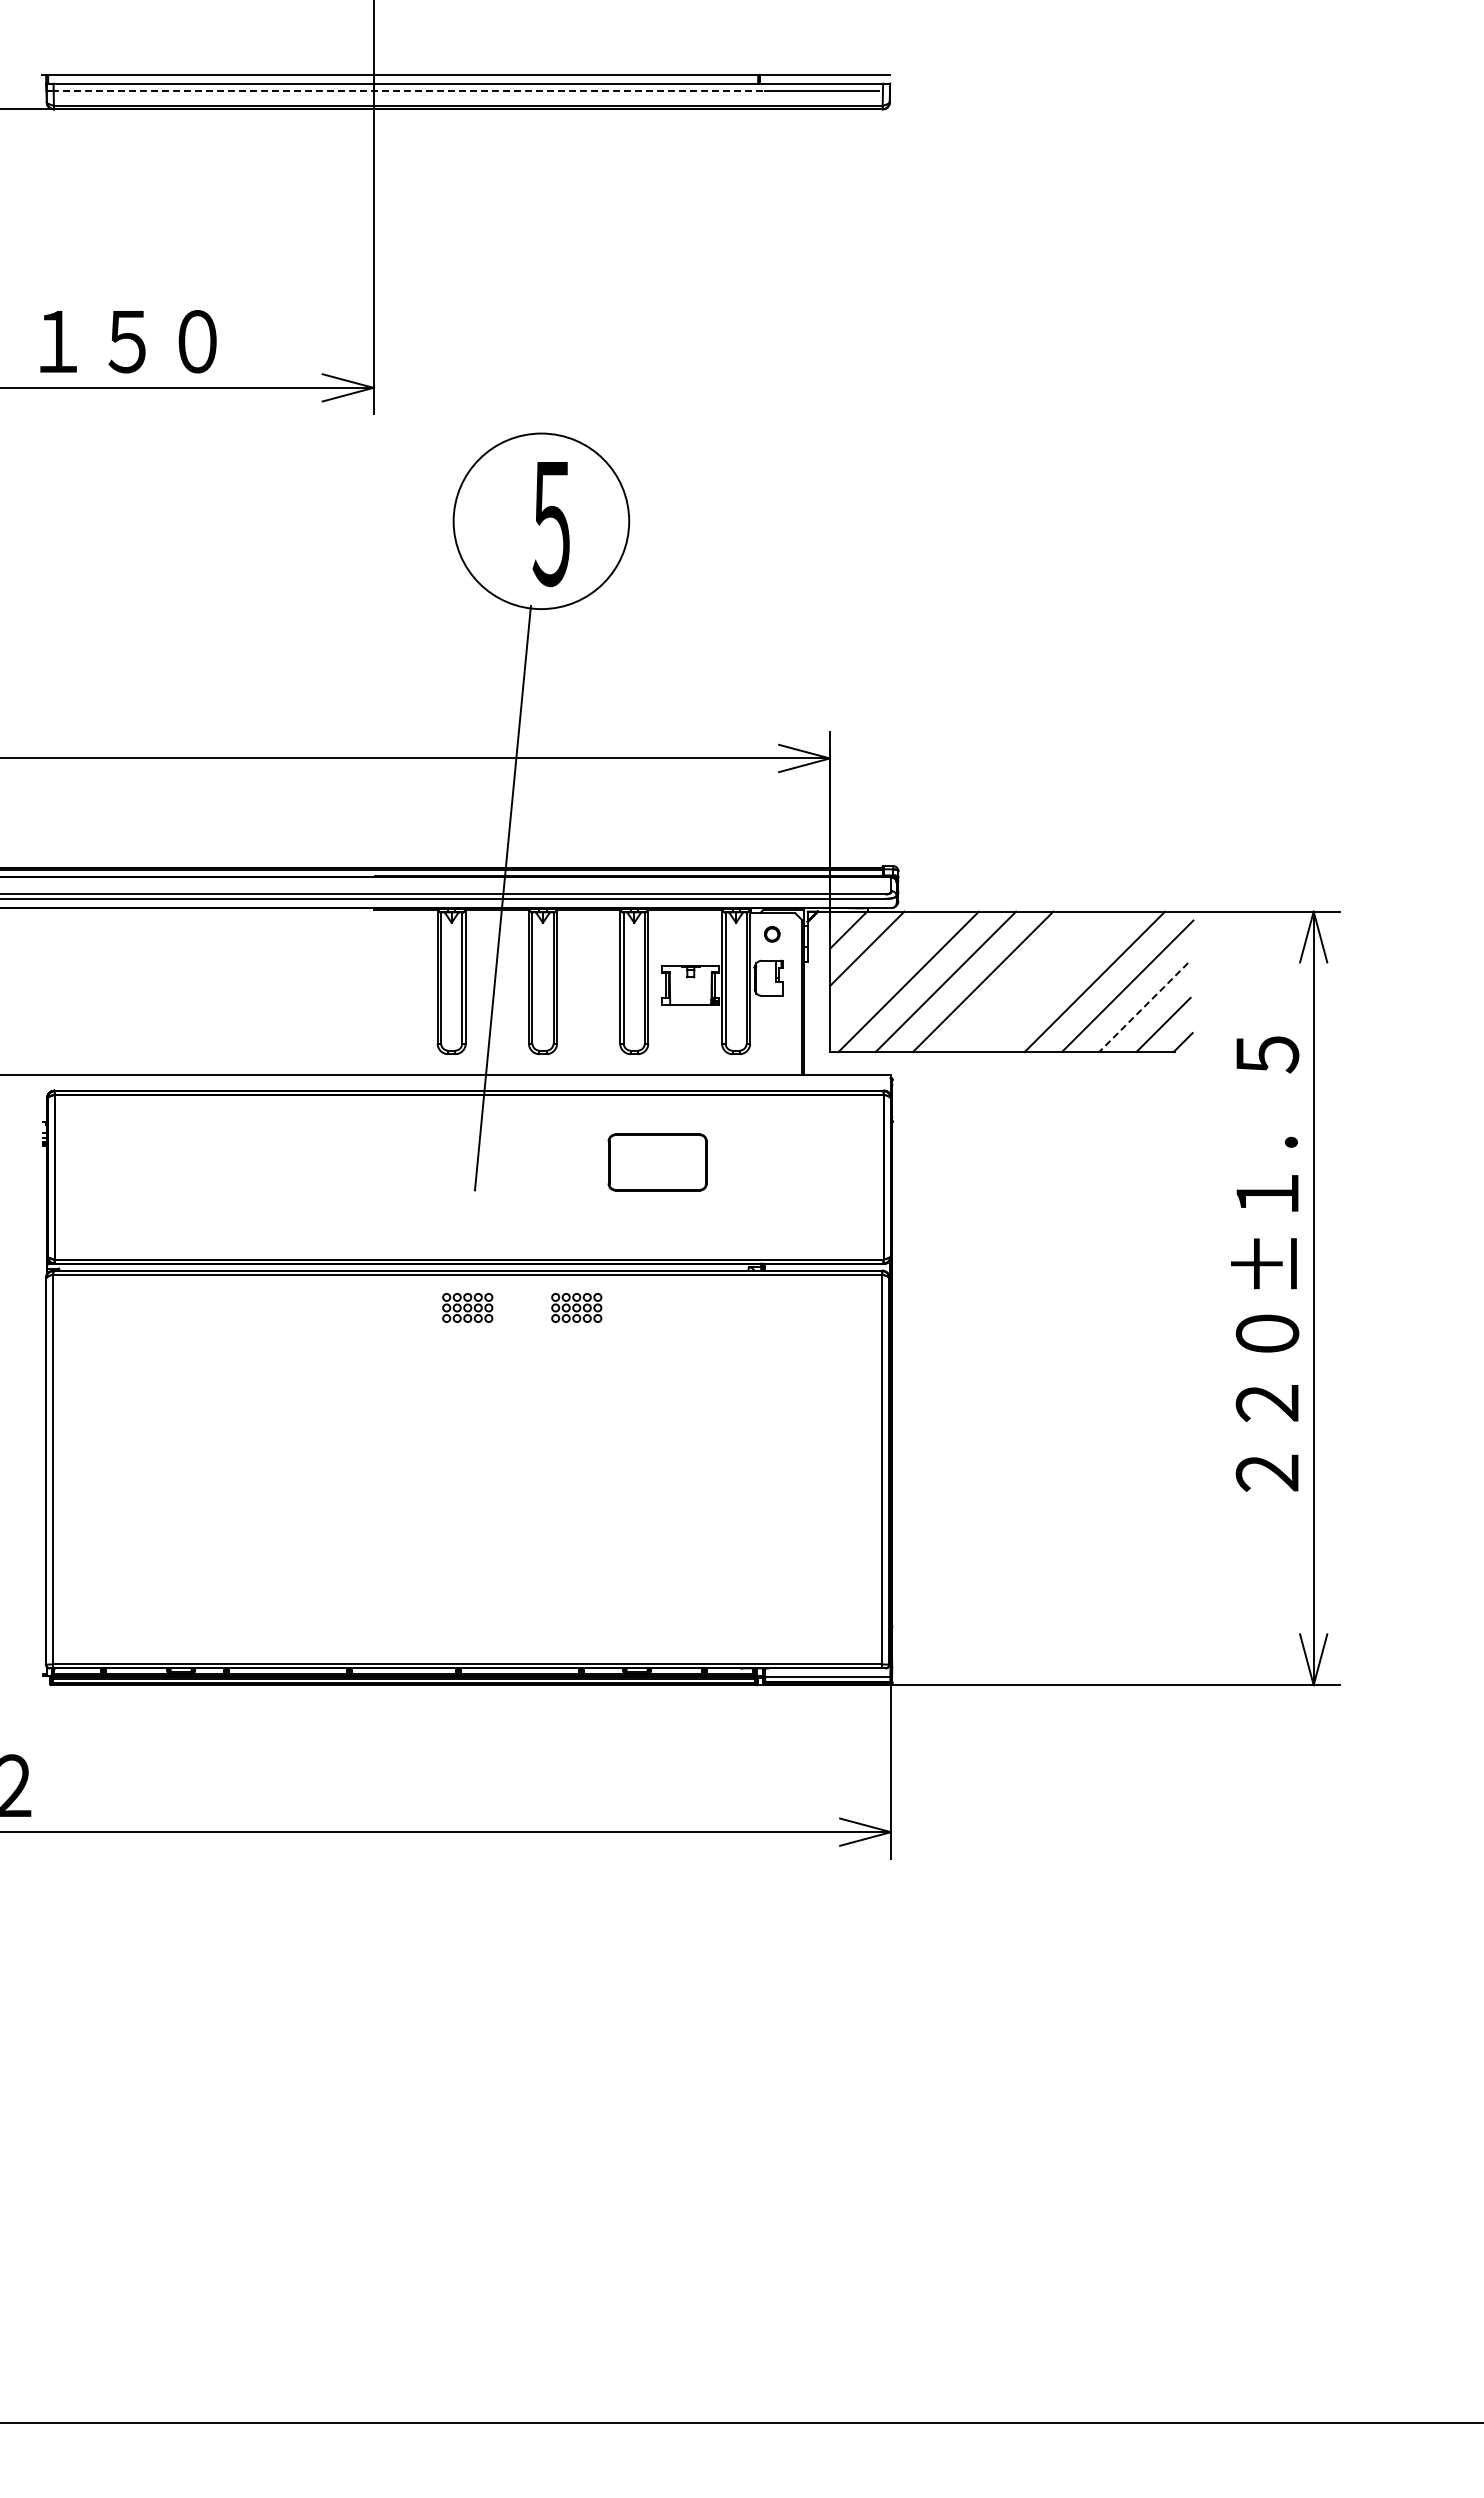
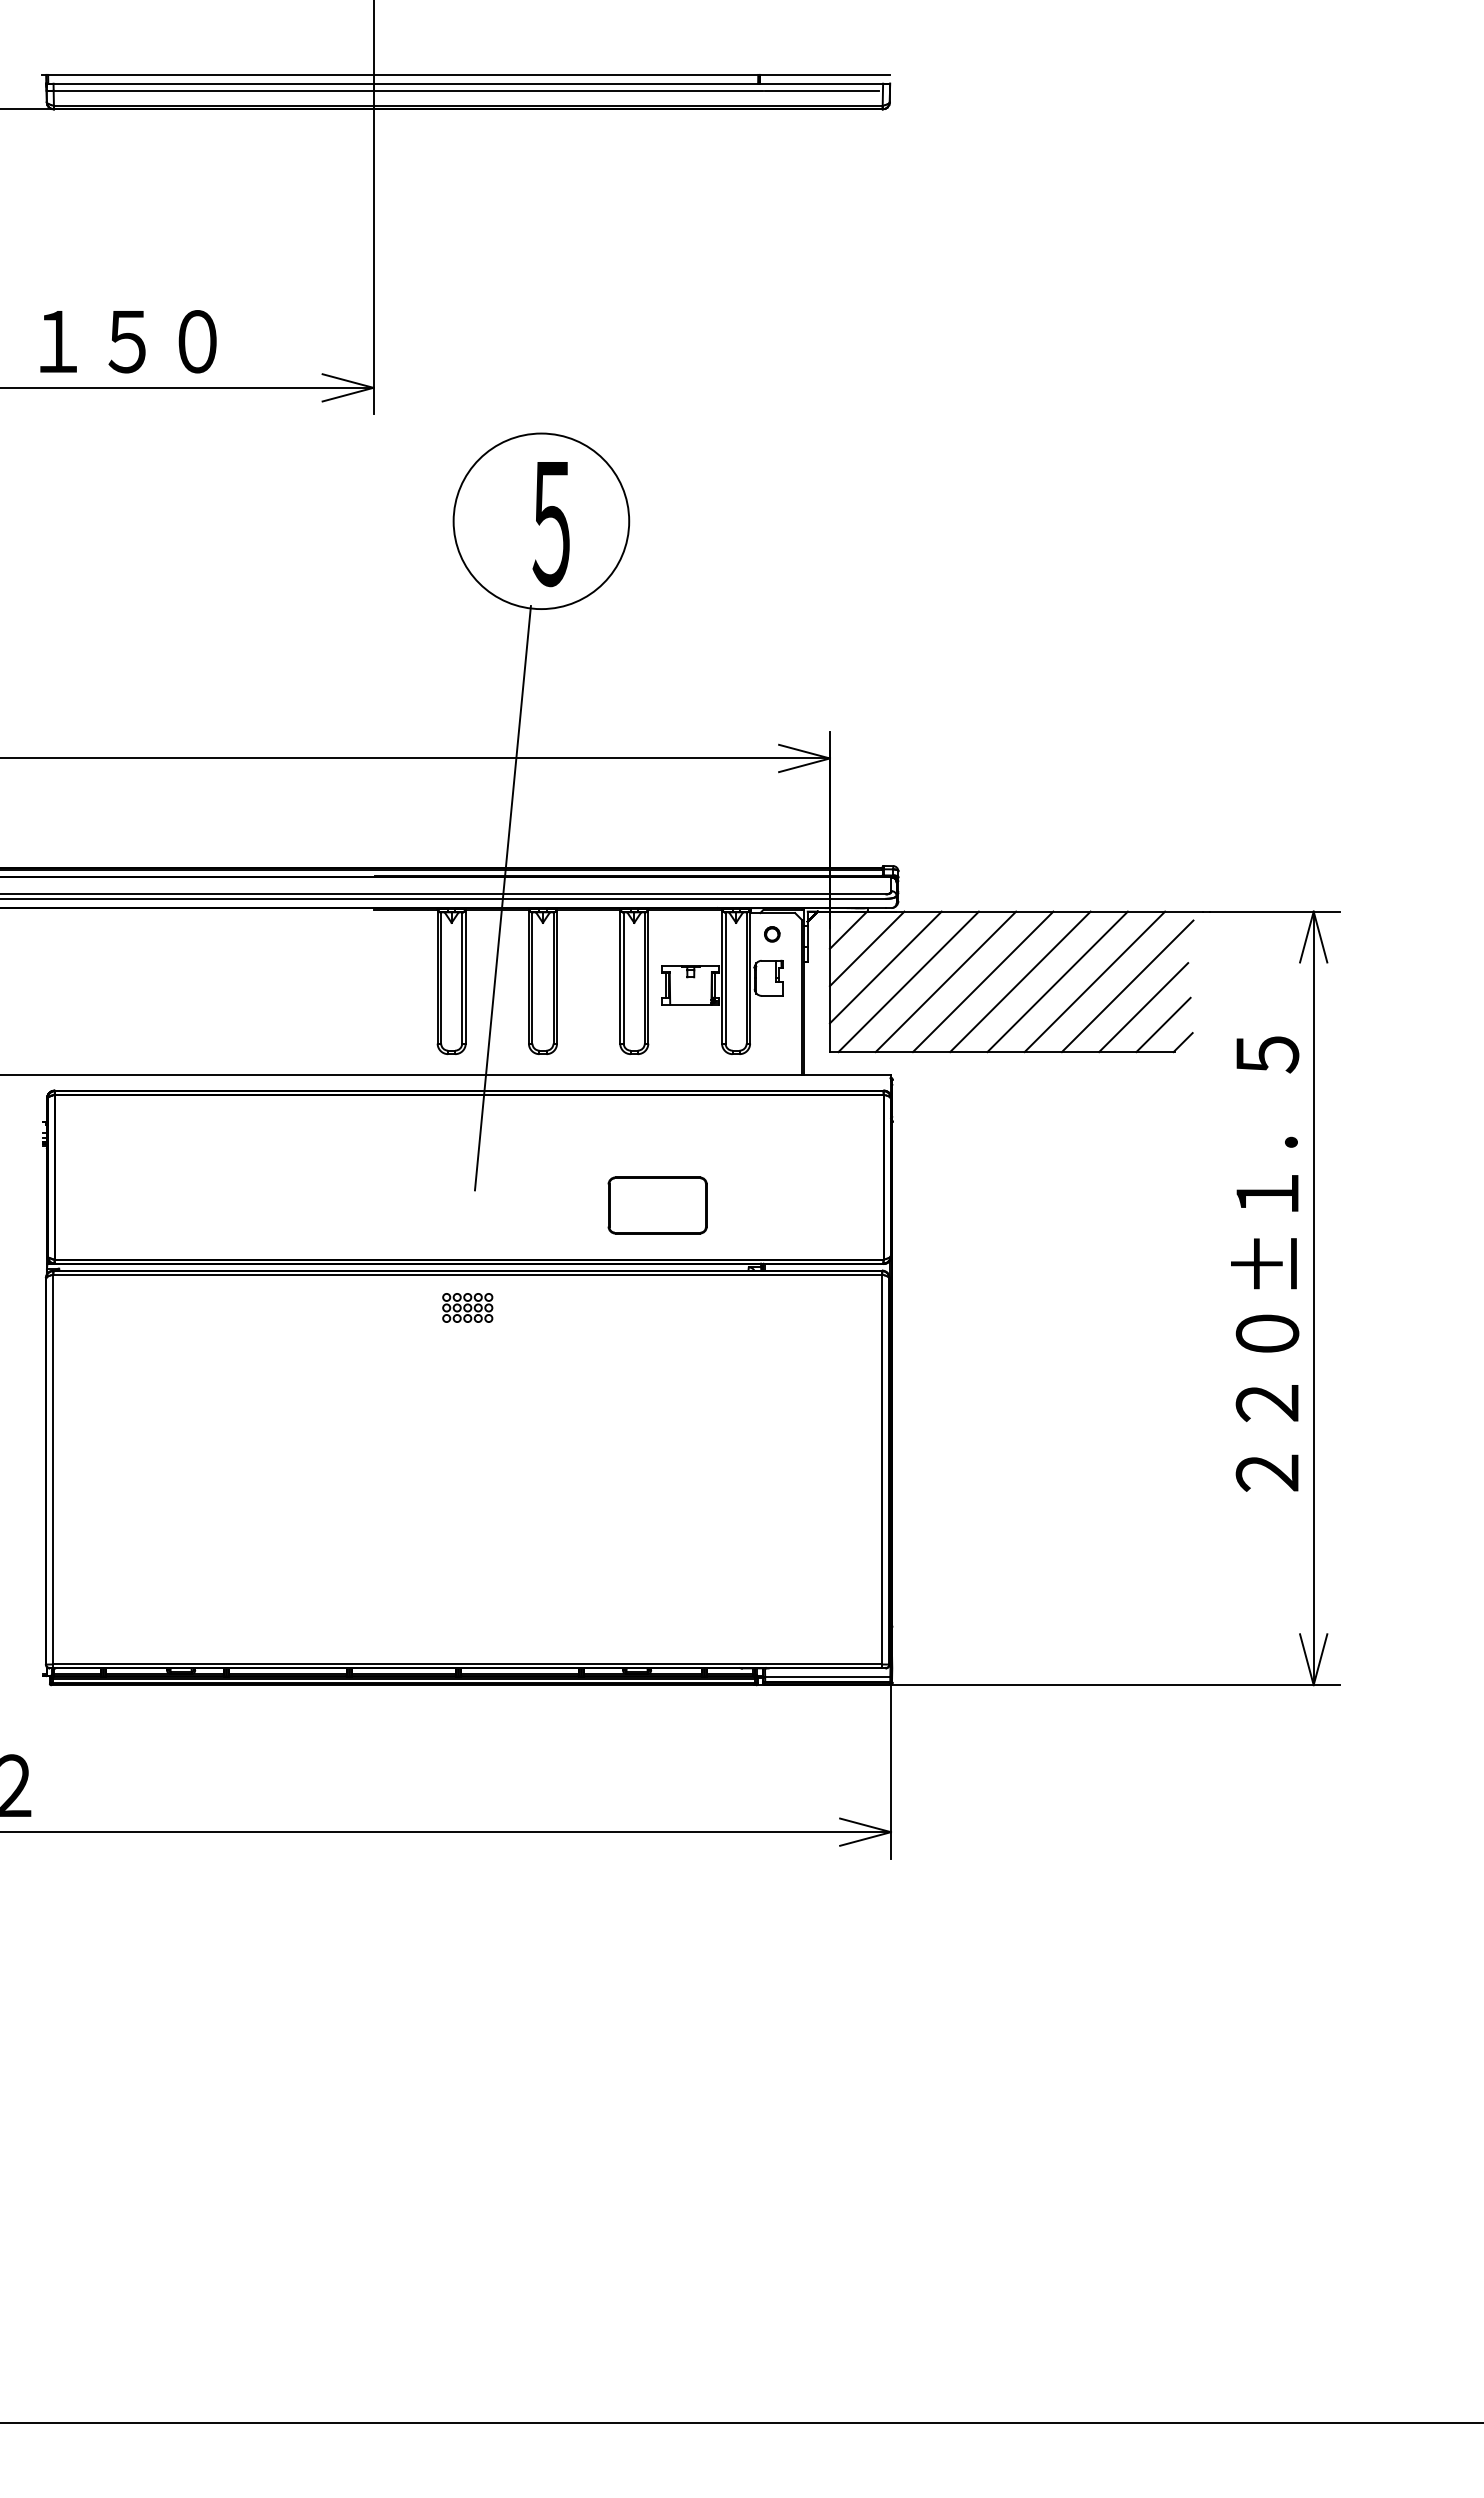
line at (408, 90): dashed -> solid
line at (885, 967): none -> present
line at (1020, 981): none -> present
line at (1057, 981): none -> present
line at (1143, 1007): dashed -> solid
part at (657, 1162) position: (657, 1162) -> (657, 1205)
part at (576, 1307): present -> none
